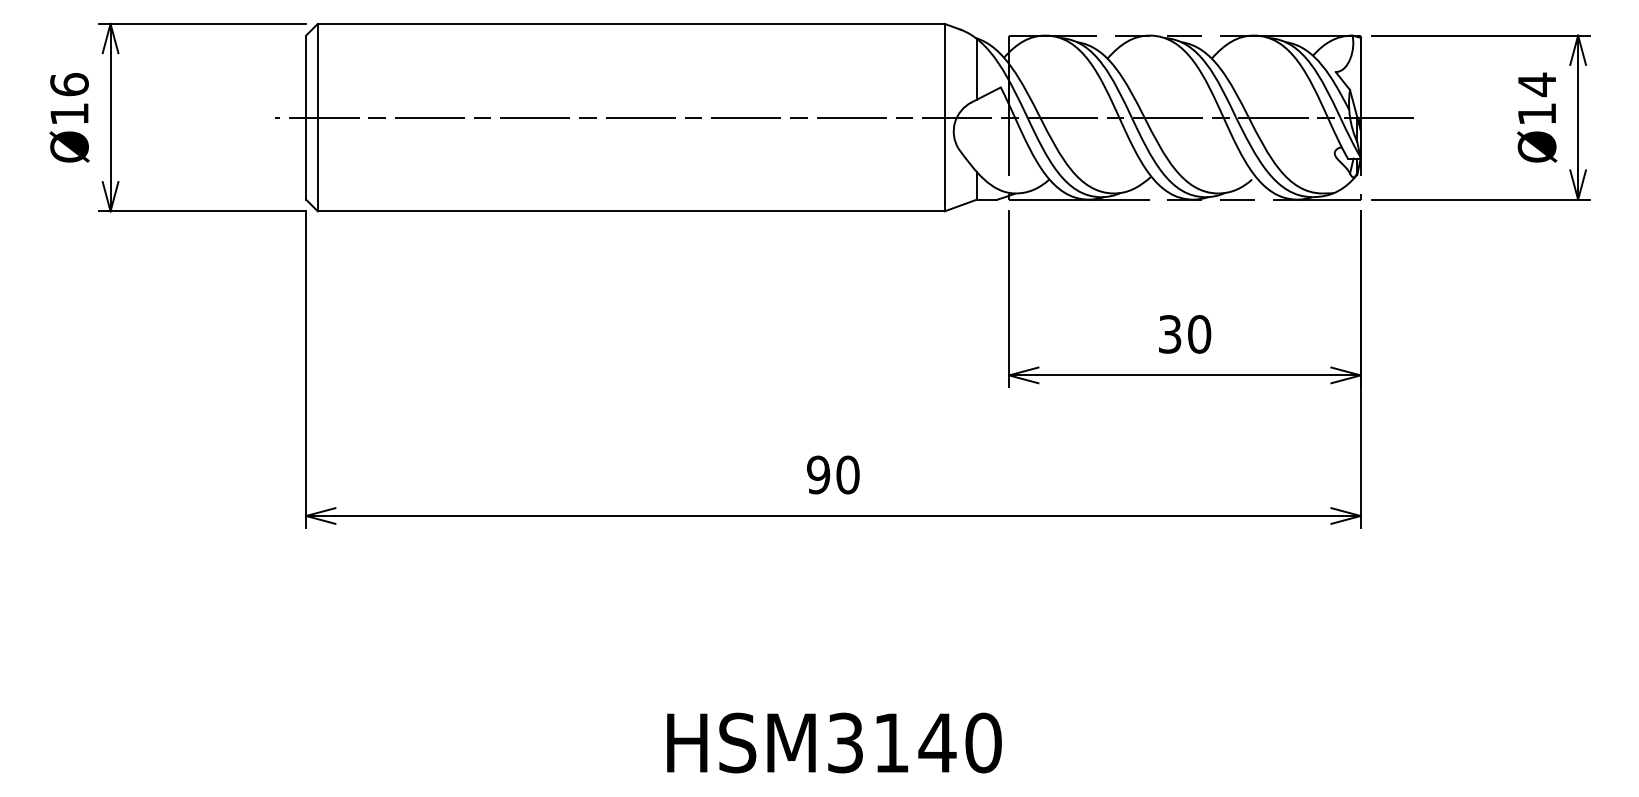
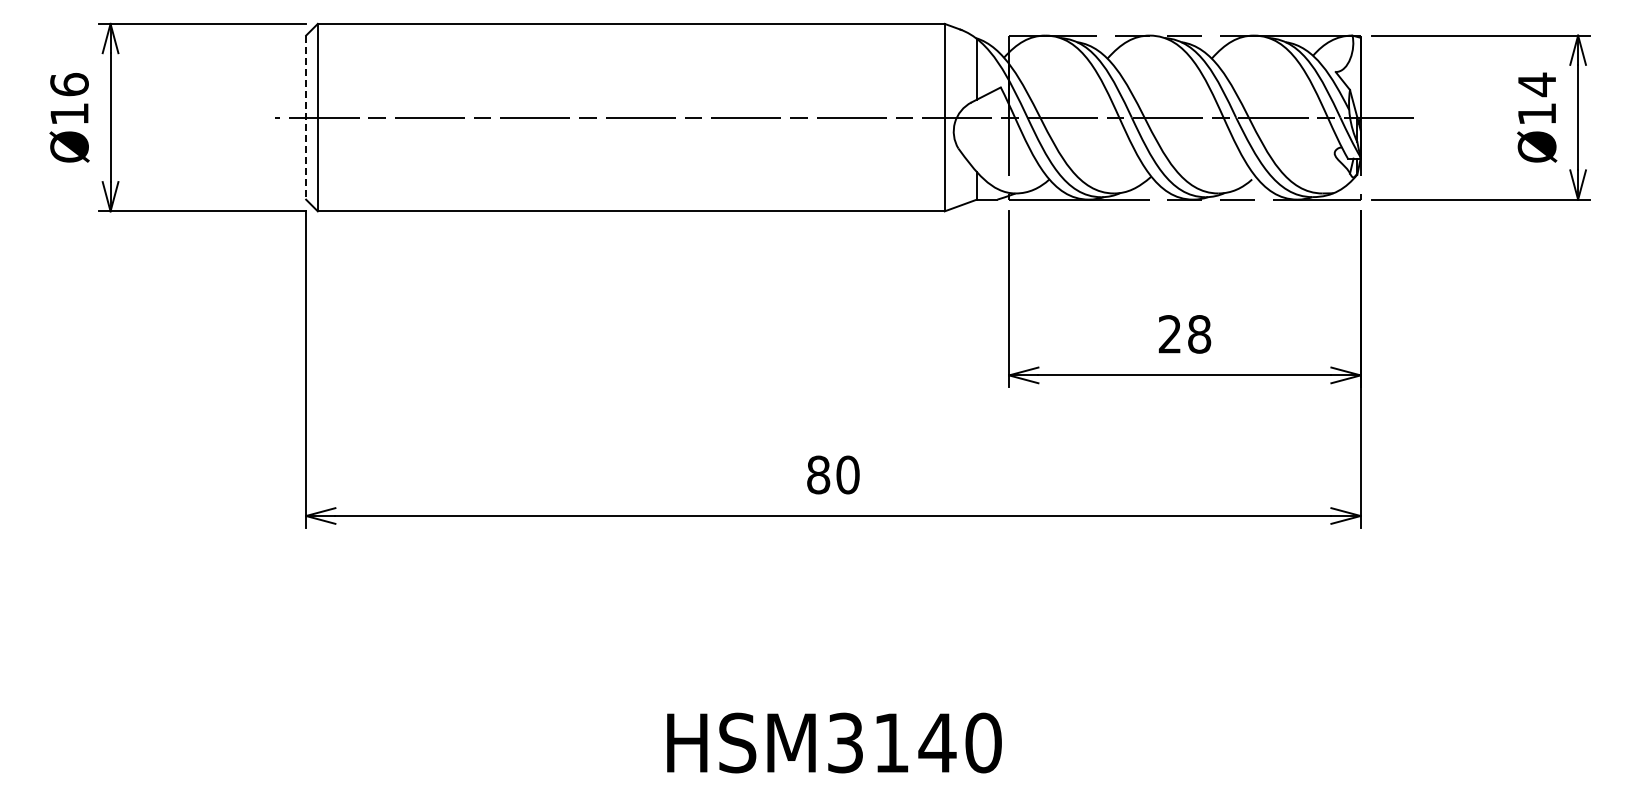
line at (306, 118): solid -> dashed
text at (1184, 334): 30 -> 28
text at (818, 474): 90 -> 80
